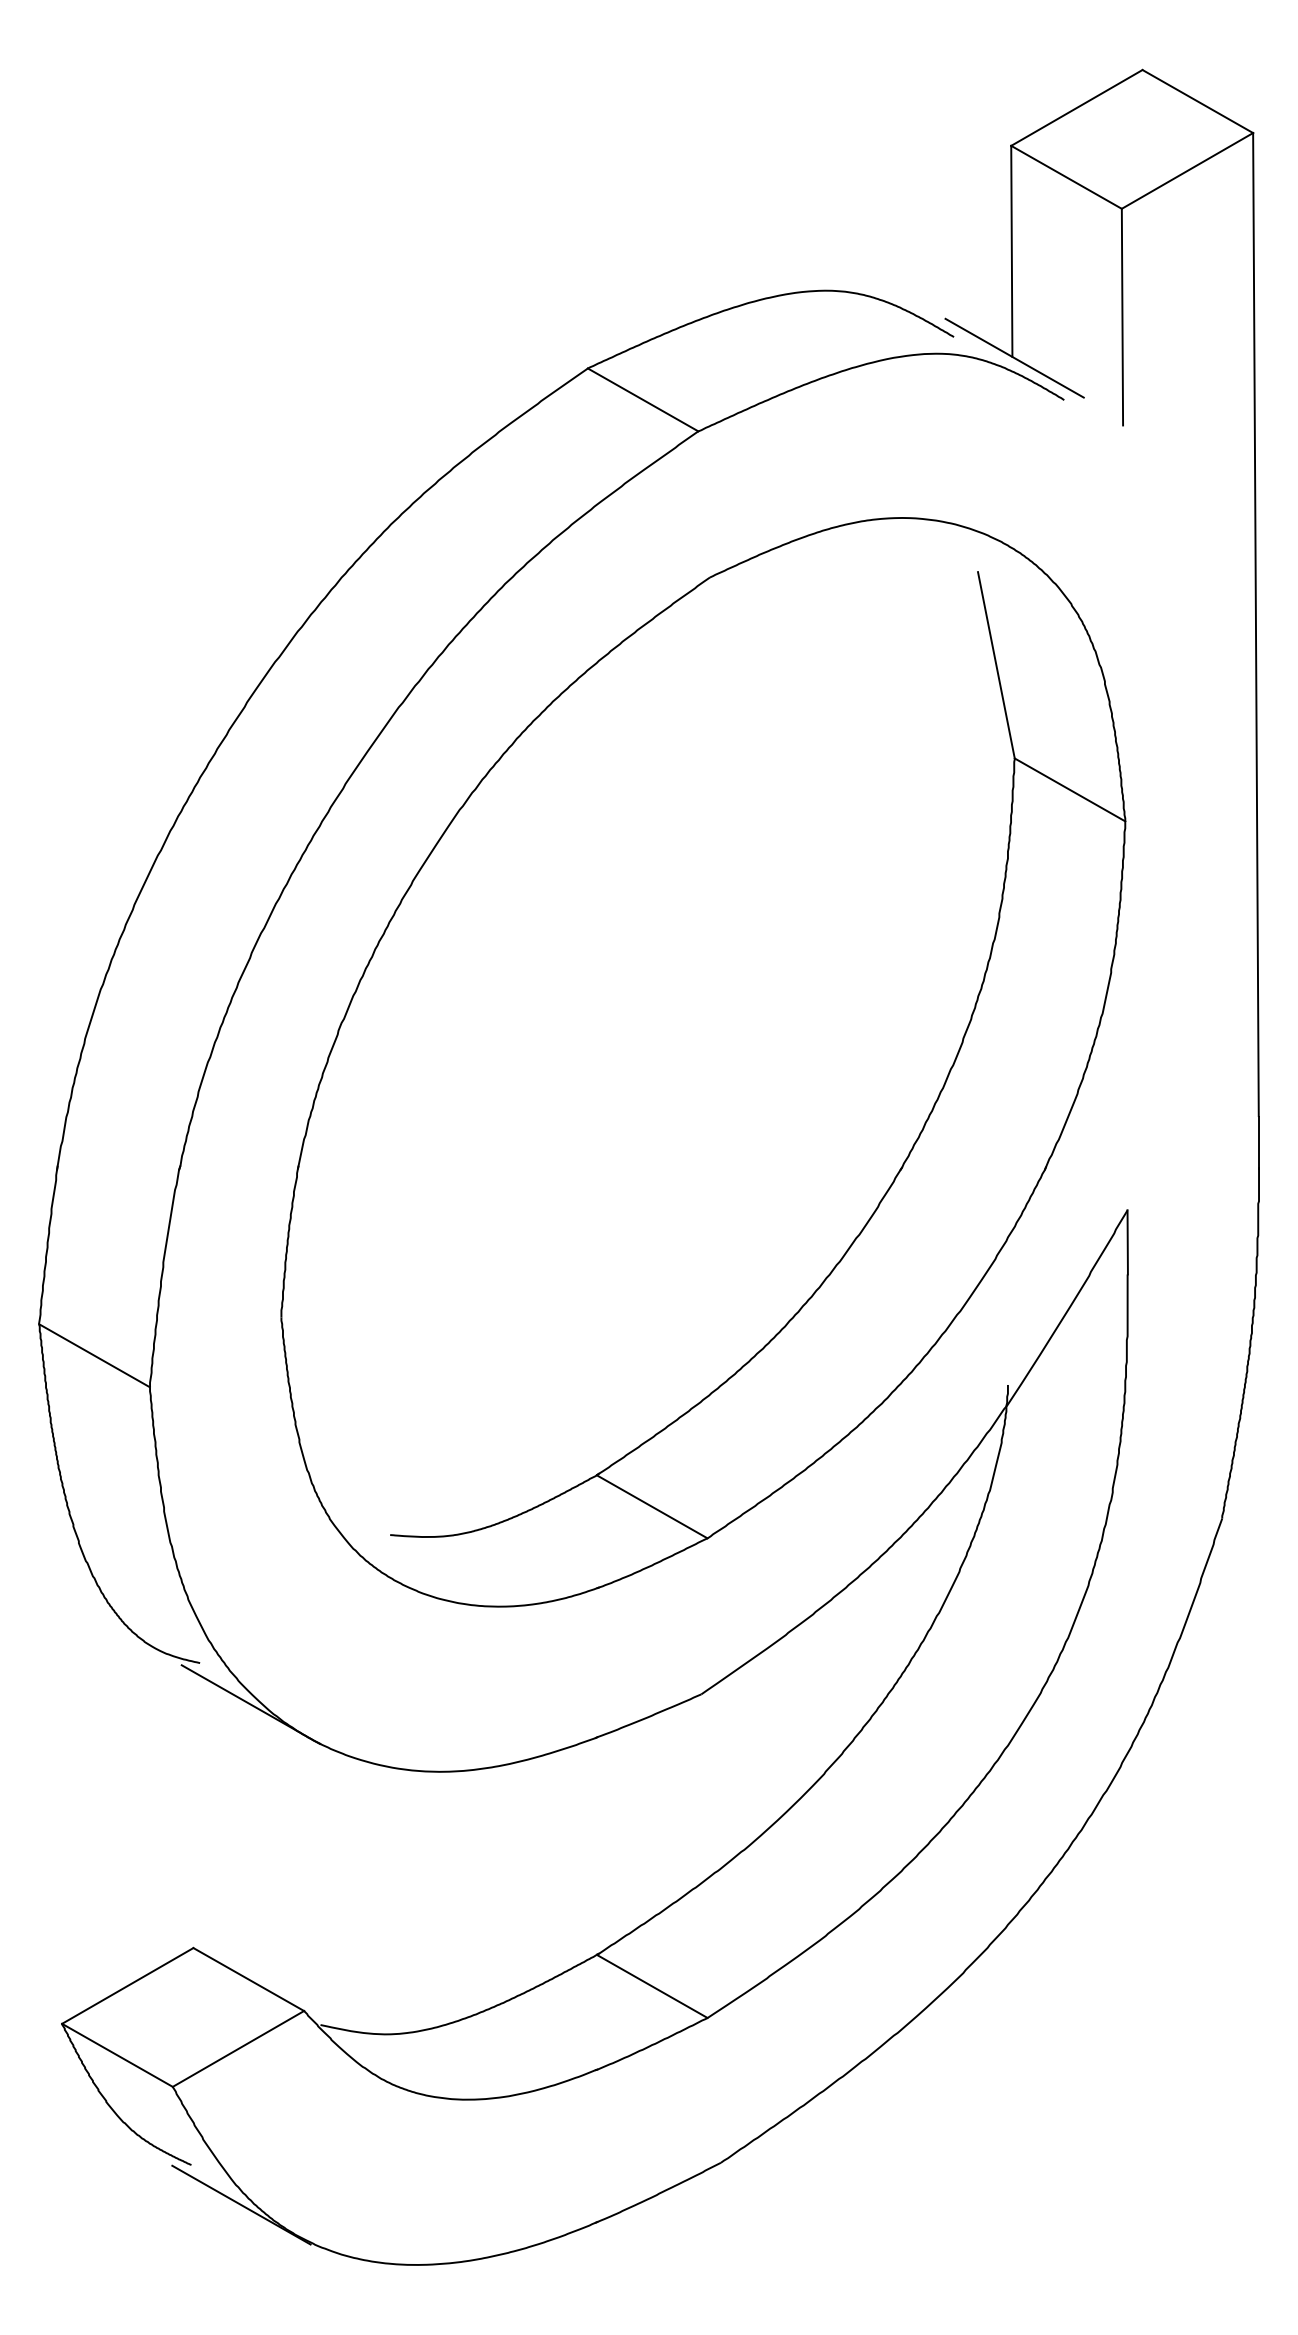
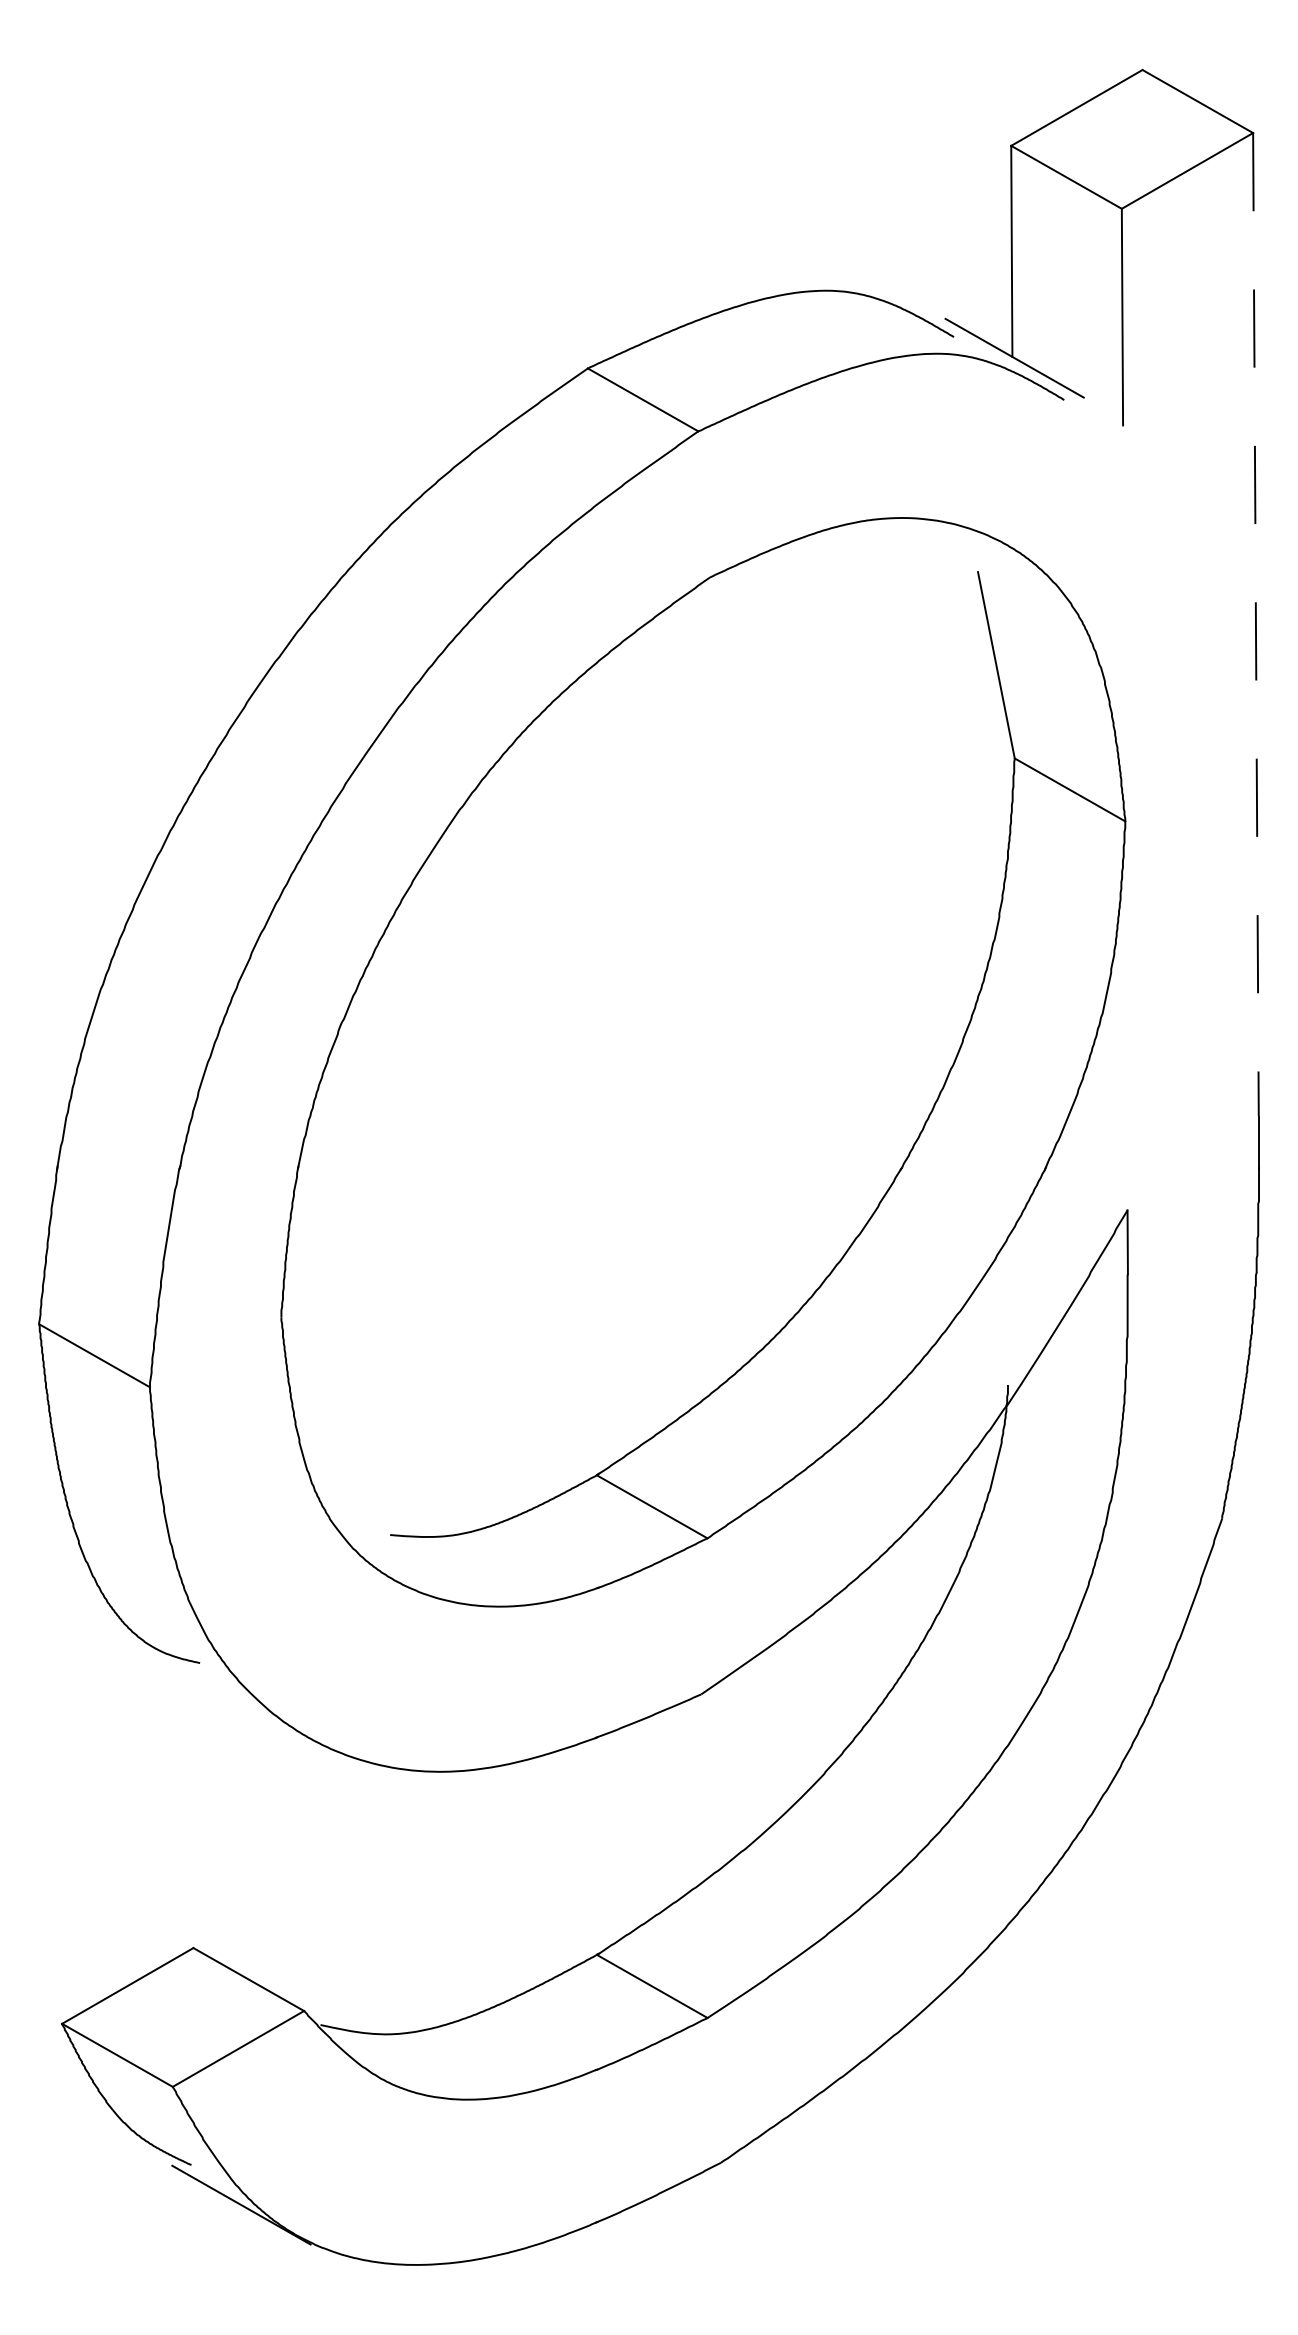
line at (1255, 624): solid -> dashed
line at (250, 1704): present -> none
